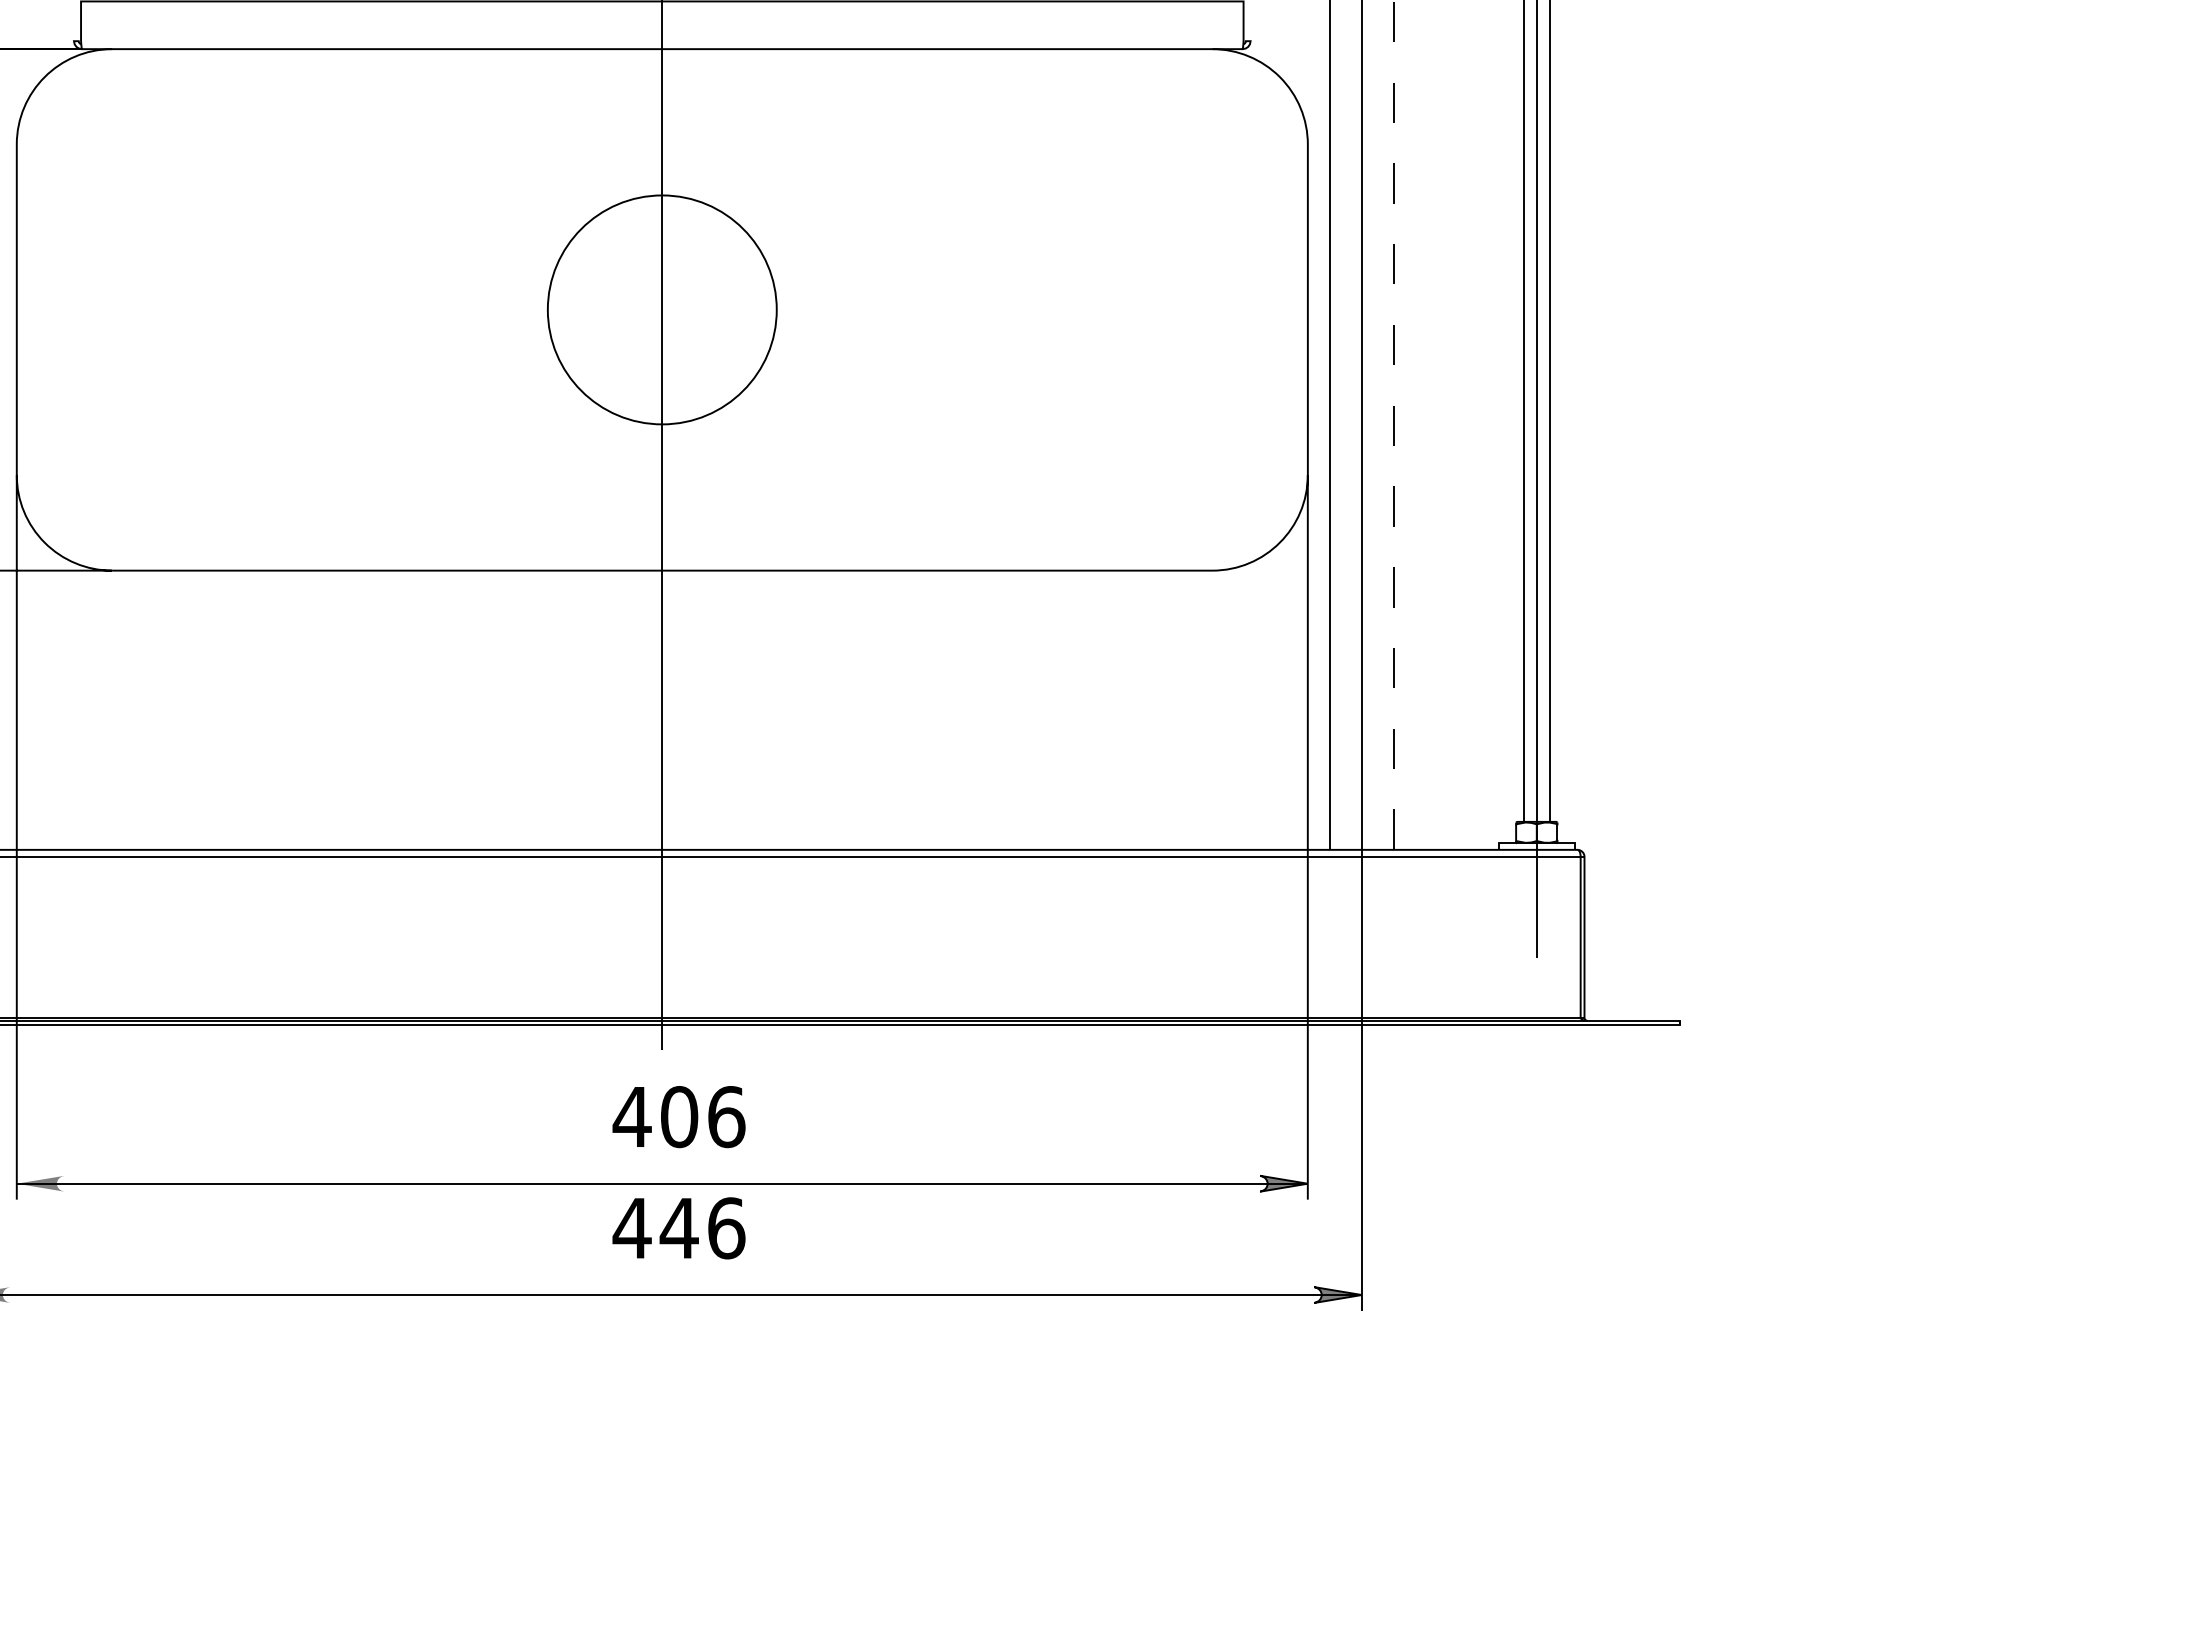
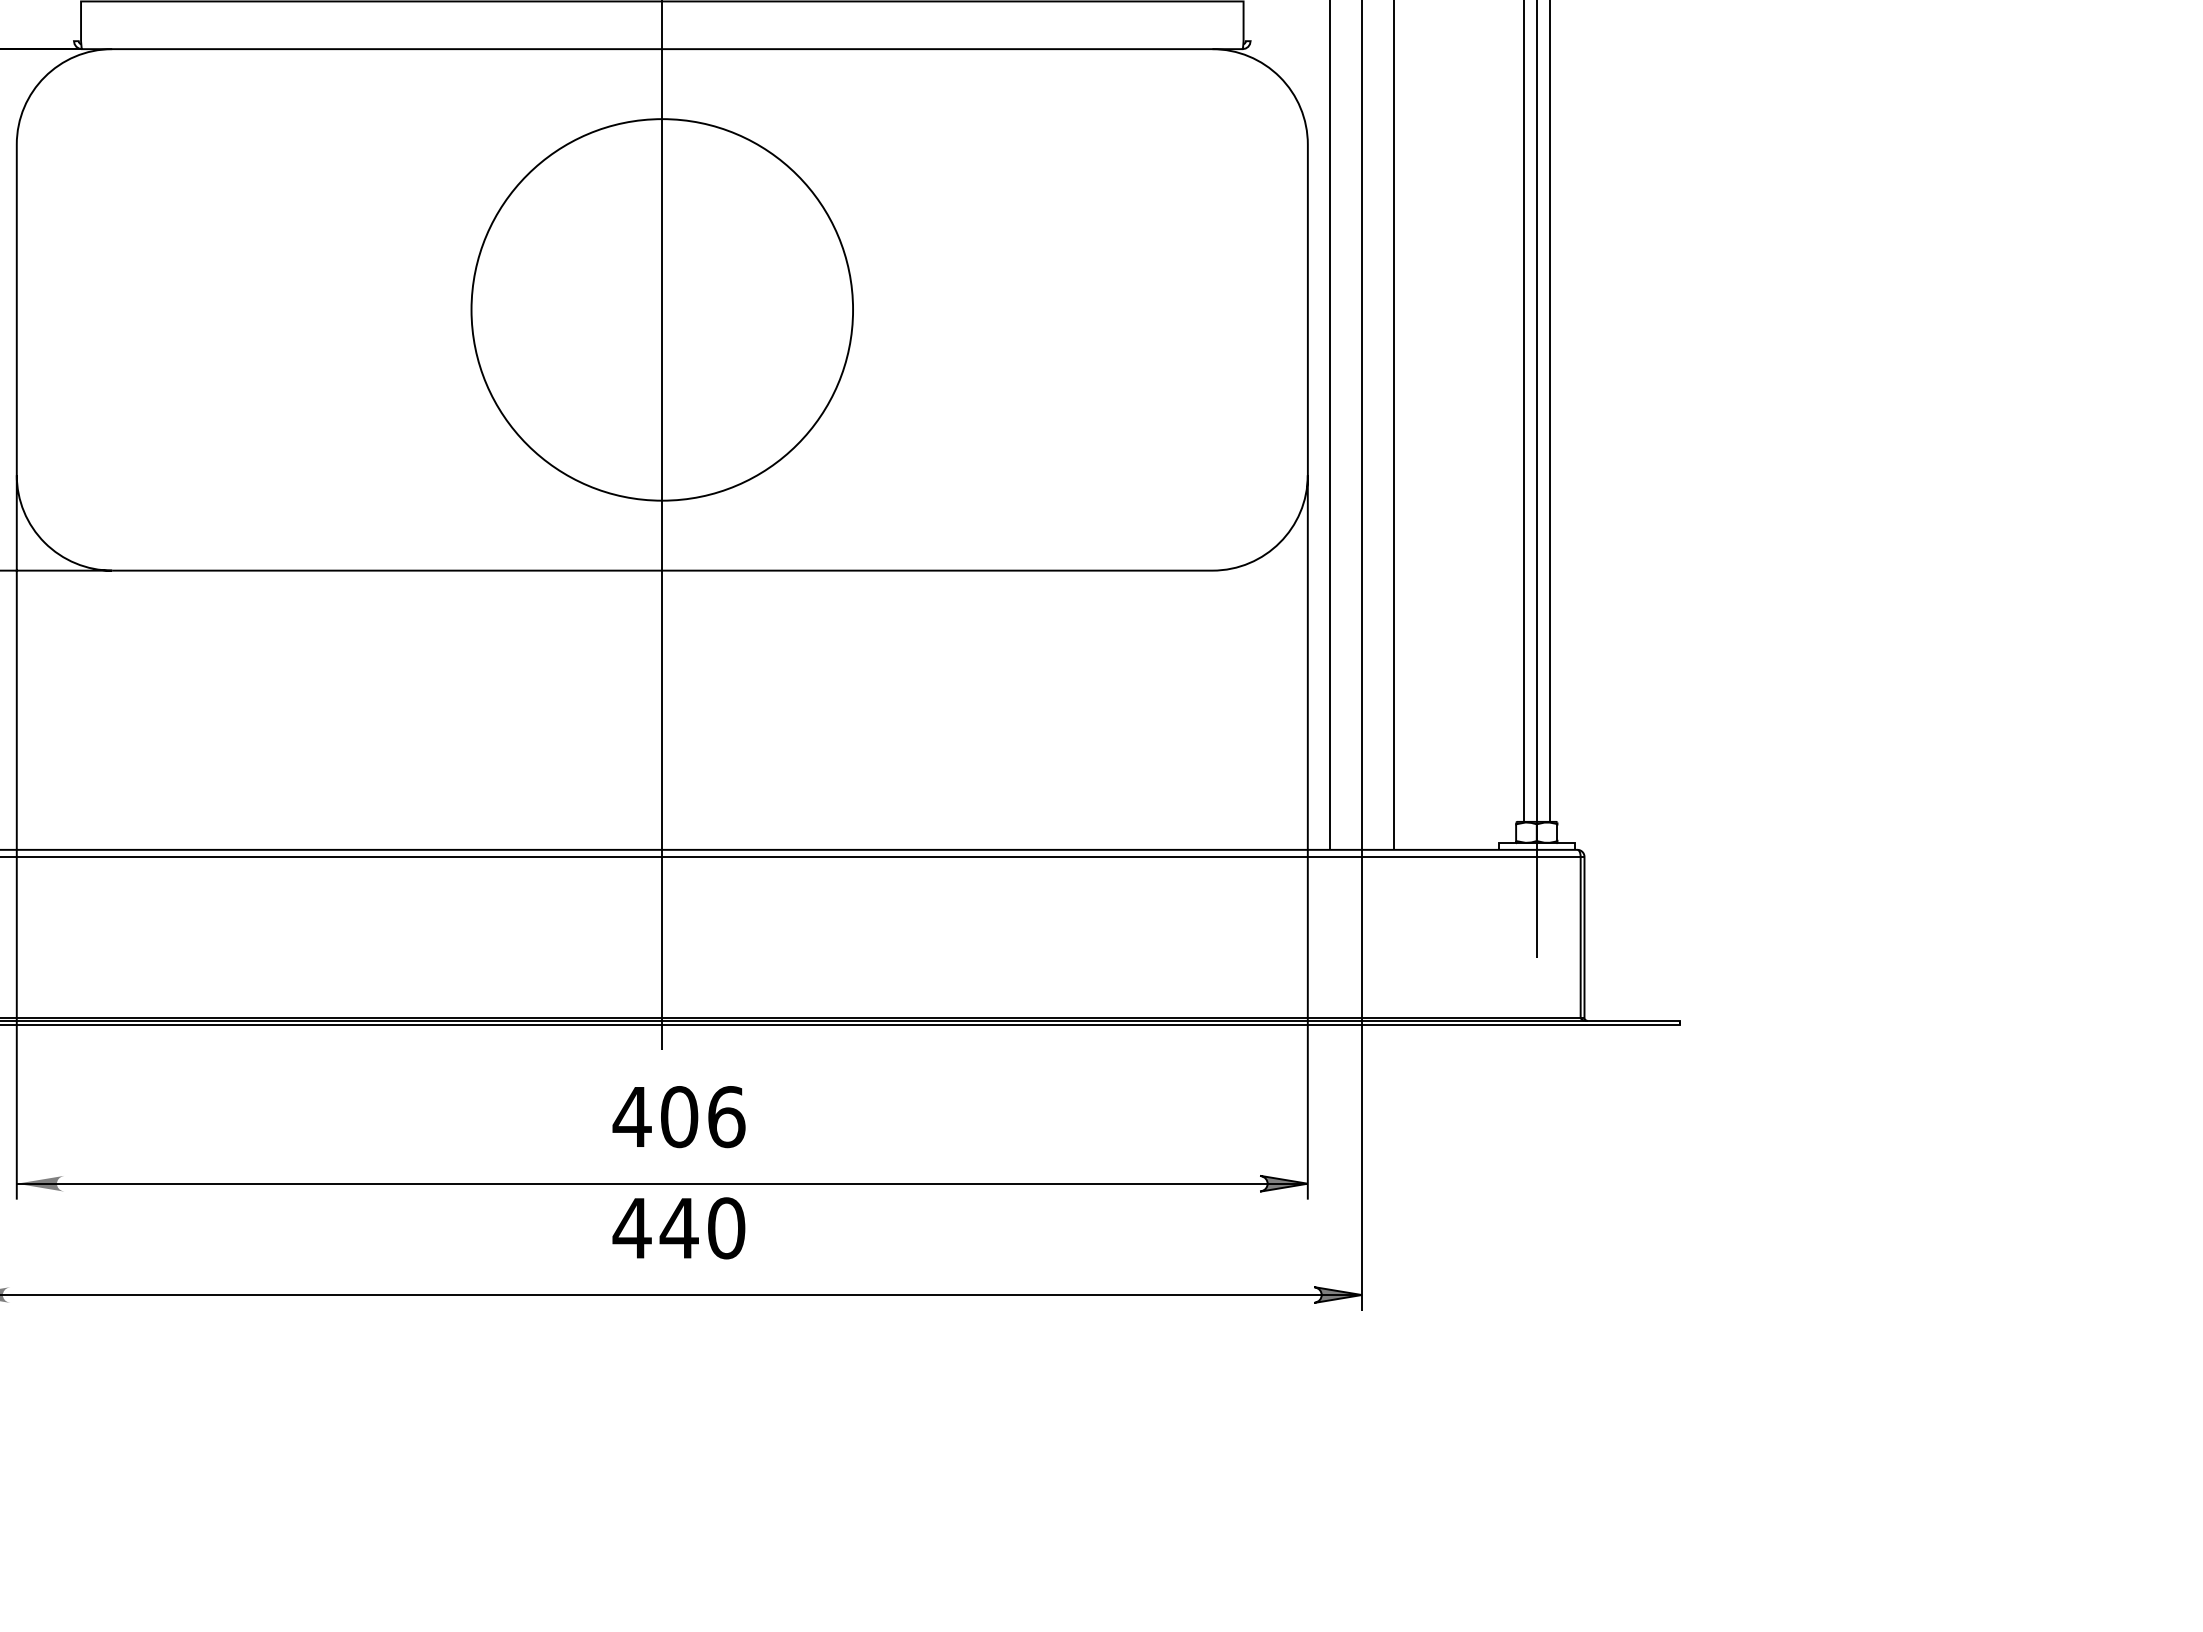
circle at (661, 309) diameter: 229 px -> 382 px
line at (1393, 425): dashed -> solid
text at (726, 1228): 446 -> 440
